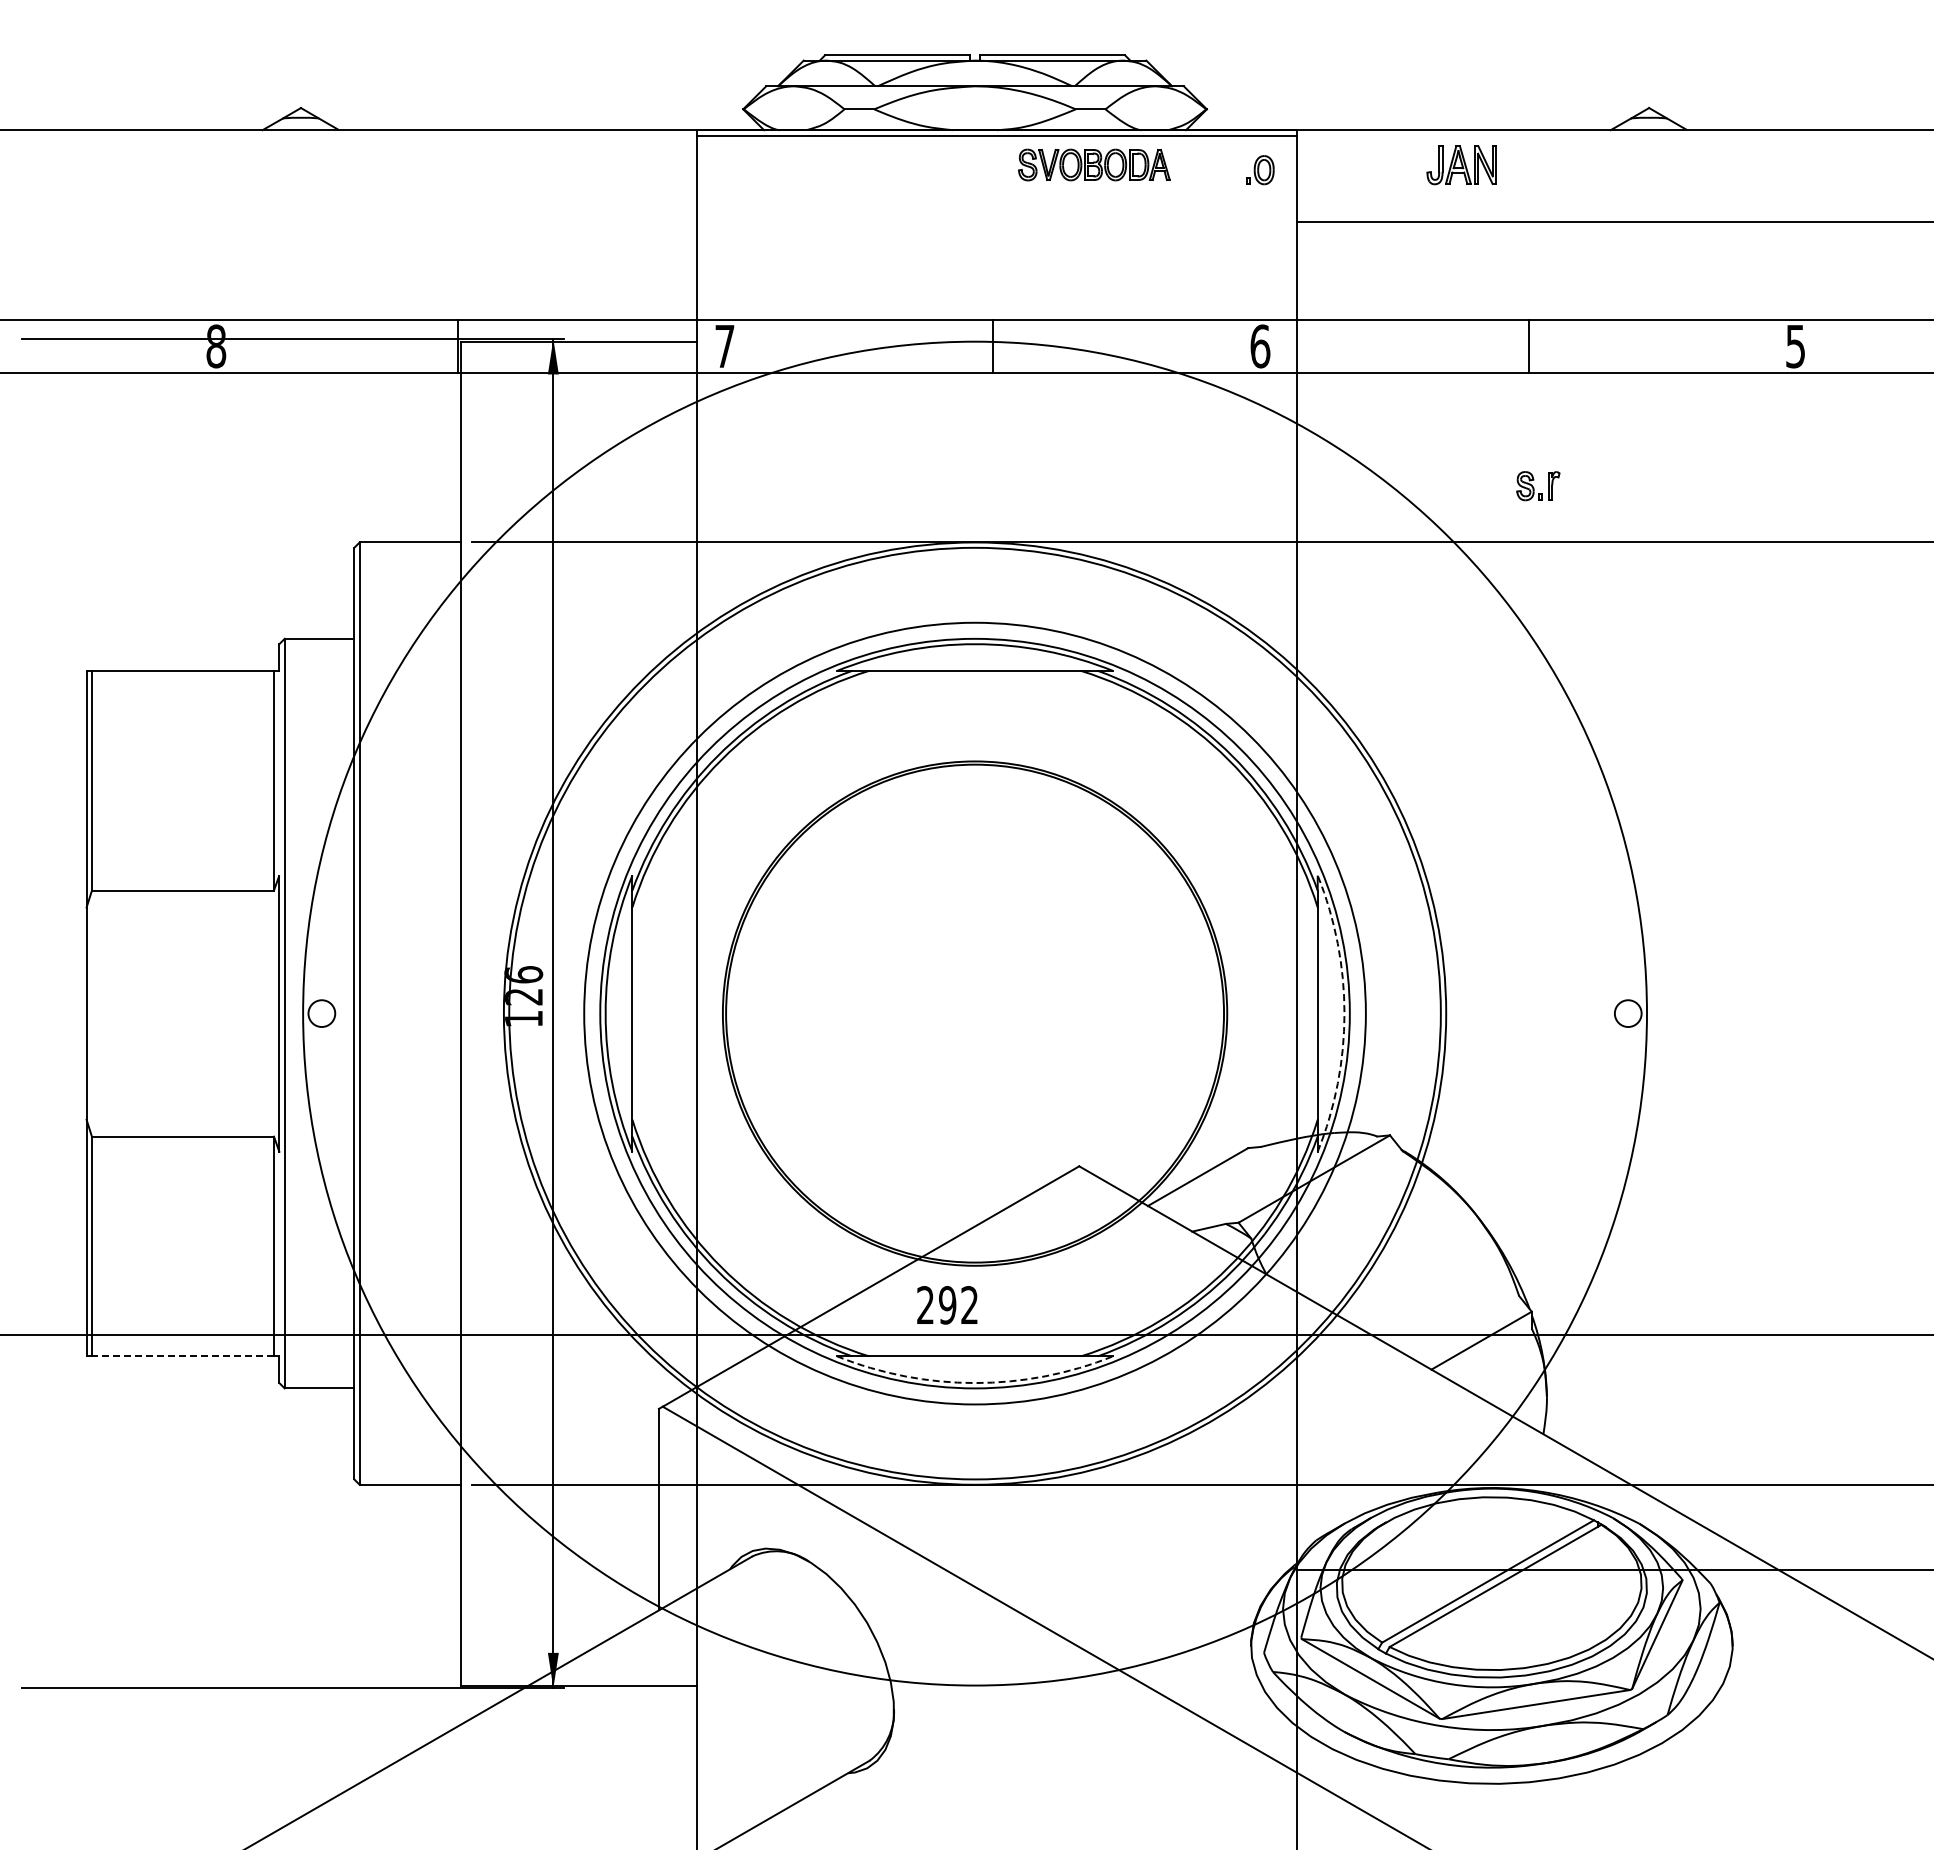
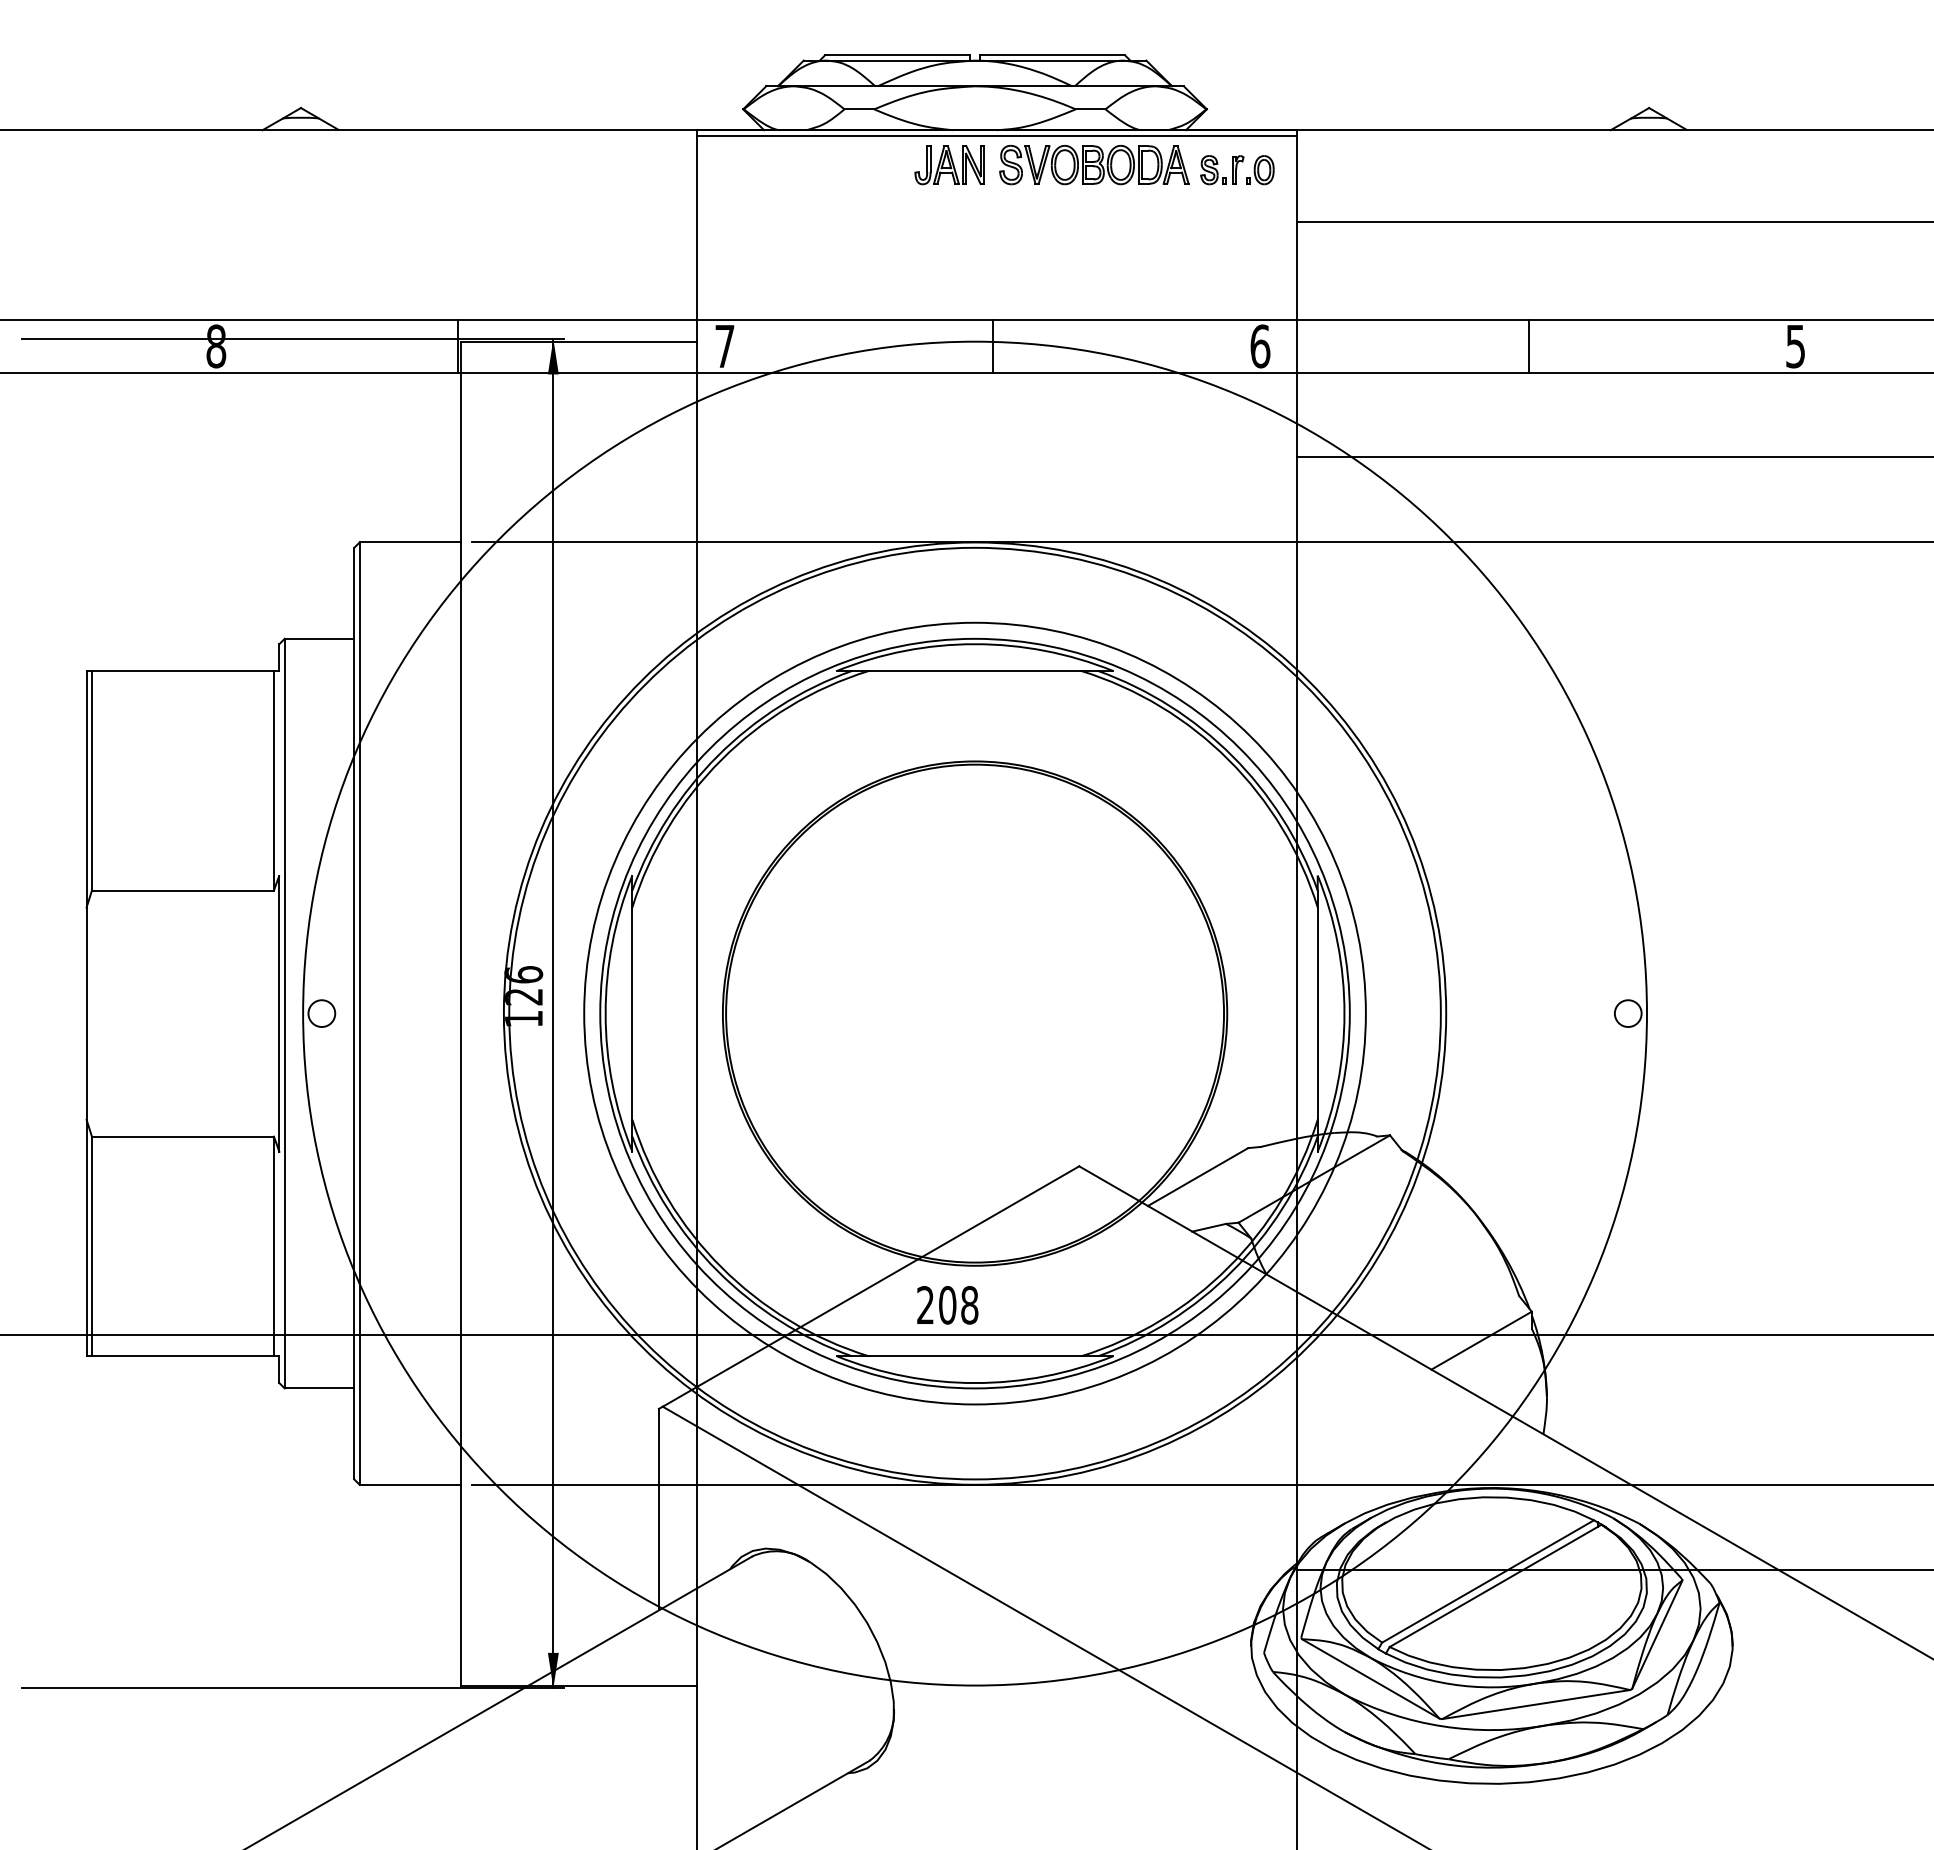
part at (1094, 164) size: 153x34 px -> 191x42 px
part at (1461, 165) position: (1461, 165) -> (949, 165)
line at (1613, 457): none -> present
part at (1538, 486) position: (1538, 486) -> (1222, 170)
arc at (1344, 1013): dashed -> solid
text at (958, 1305): 292 -> 208
line at (182, 1356): dashed -> solid
arc at (975, 1383): dashed -> solid
